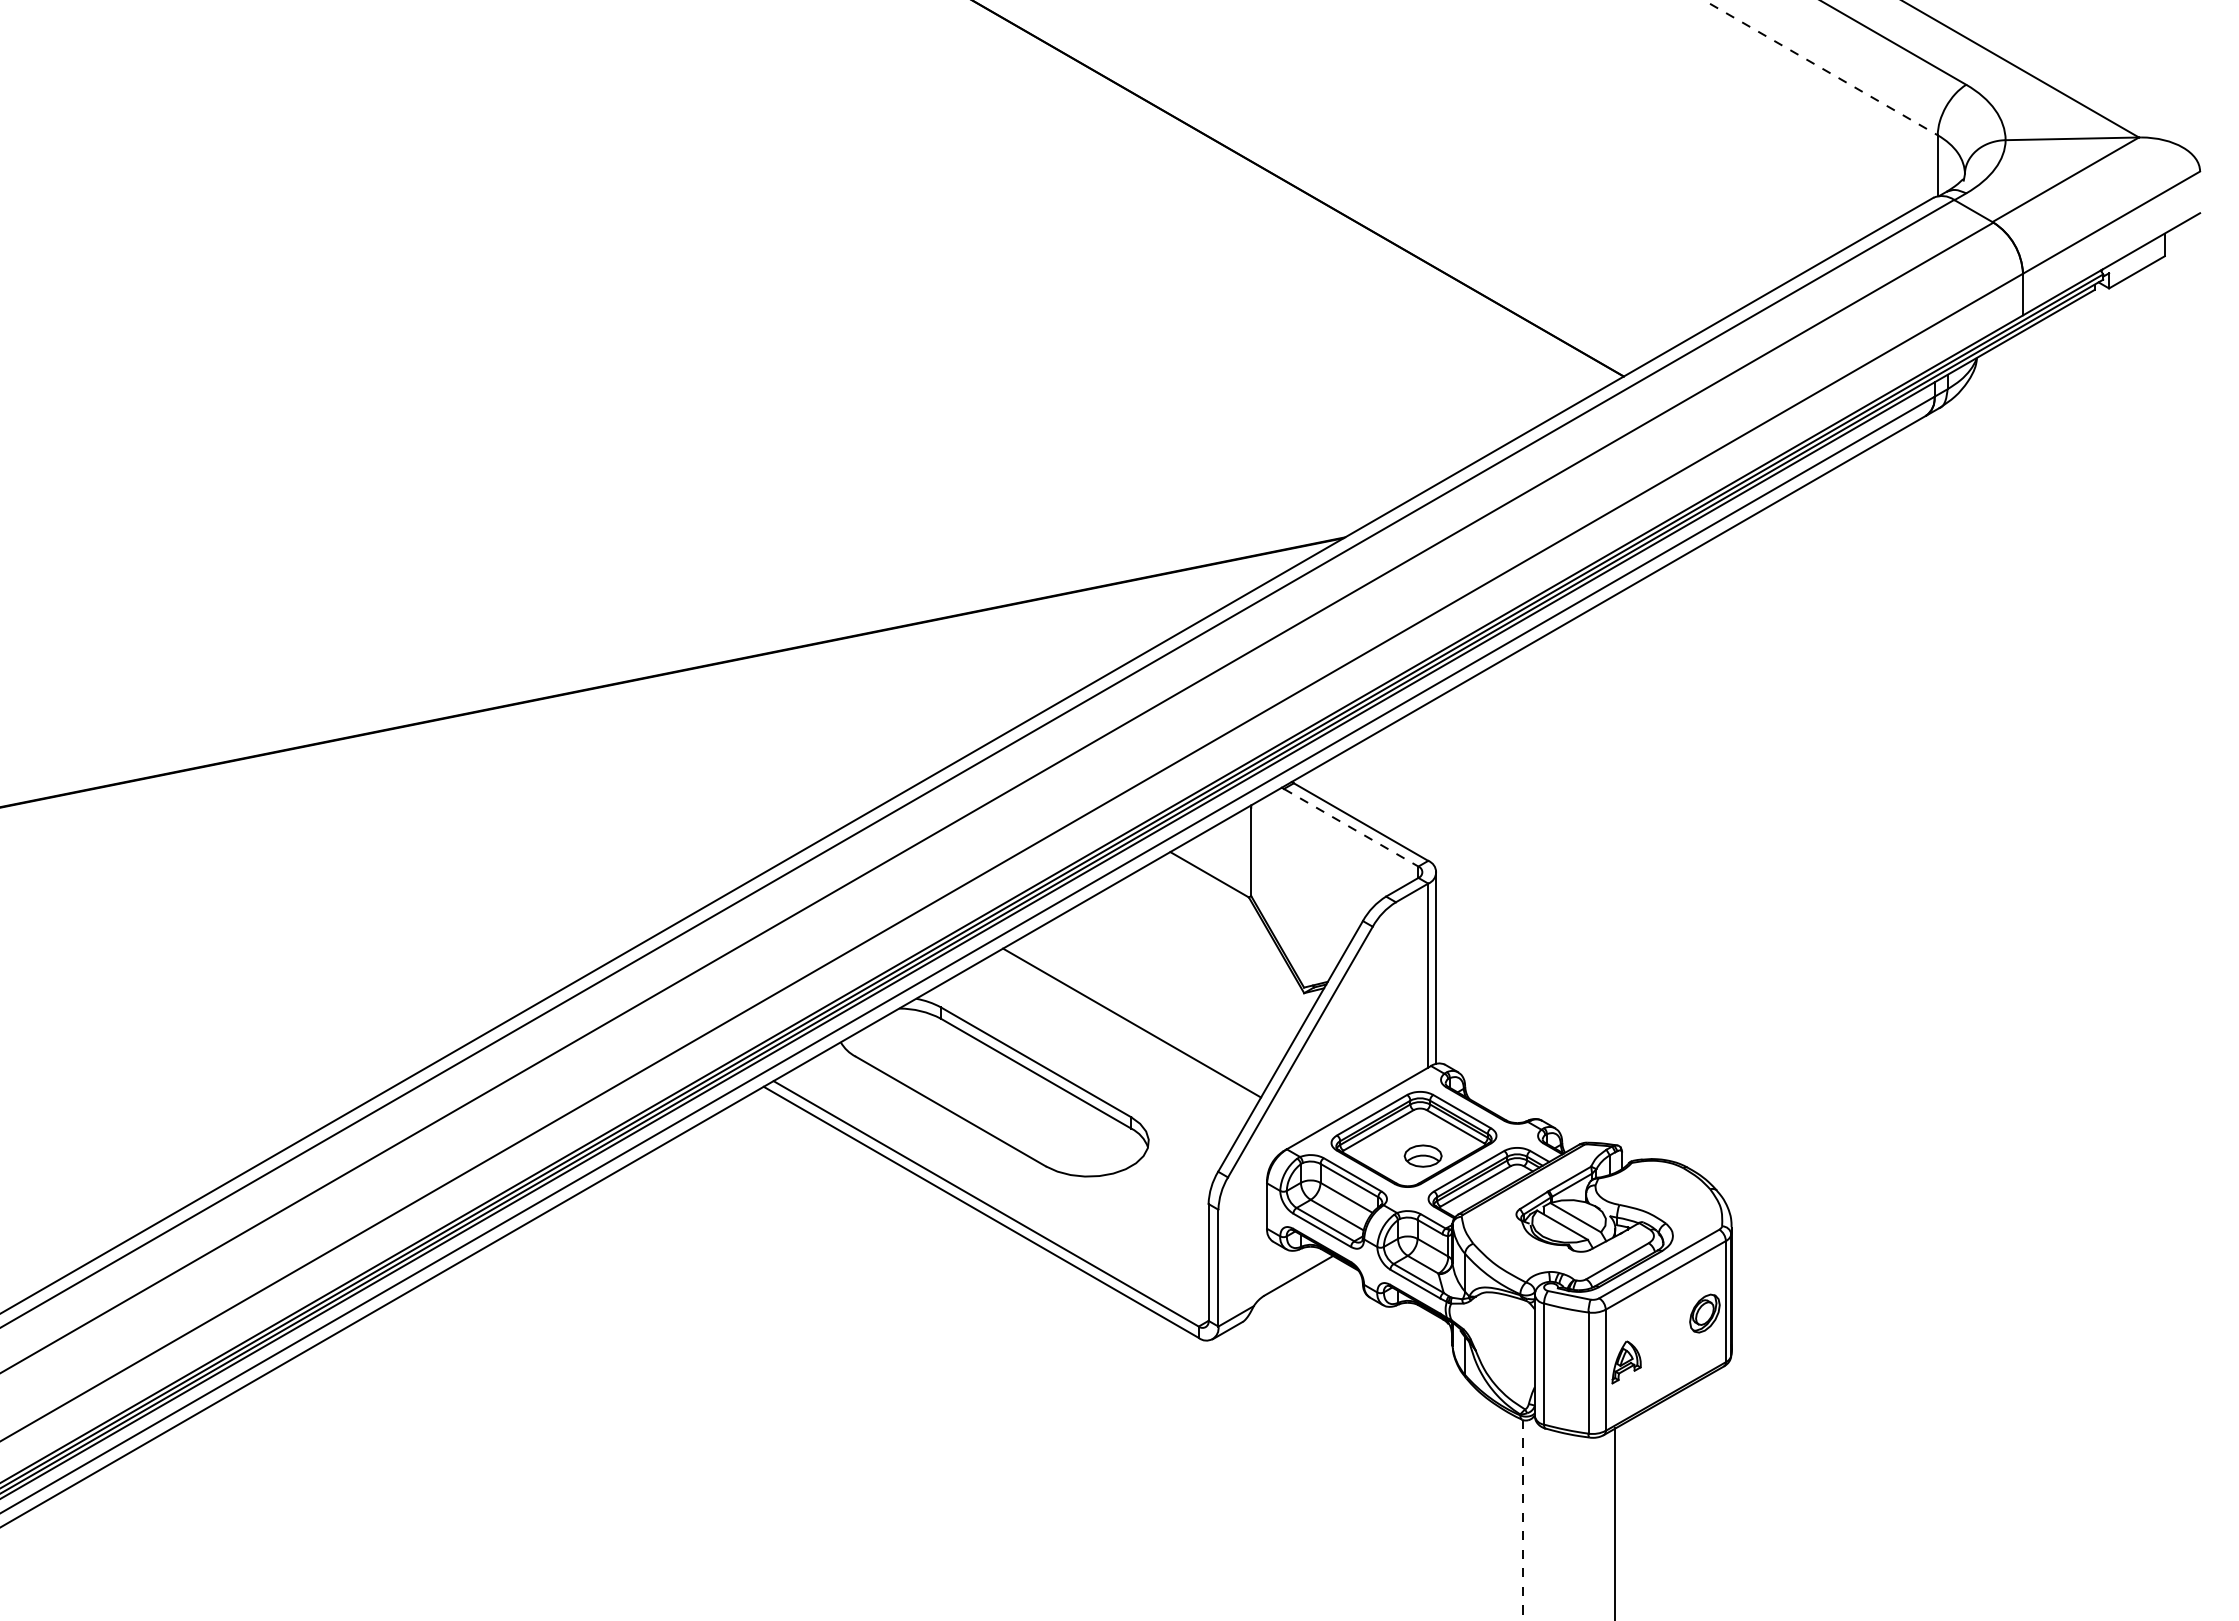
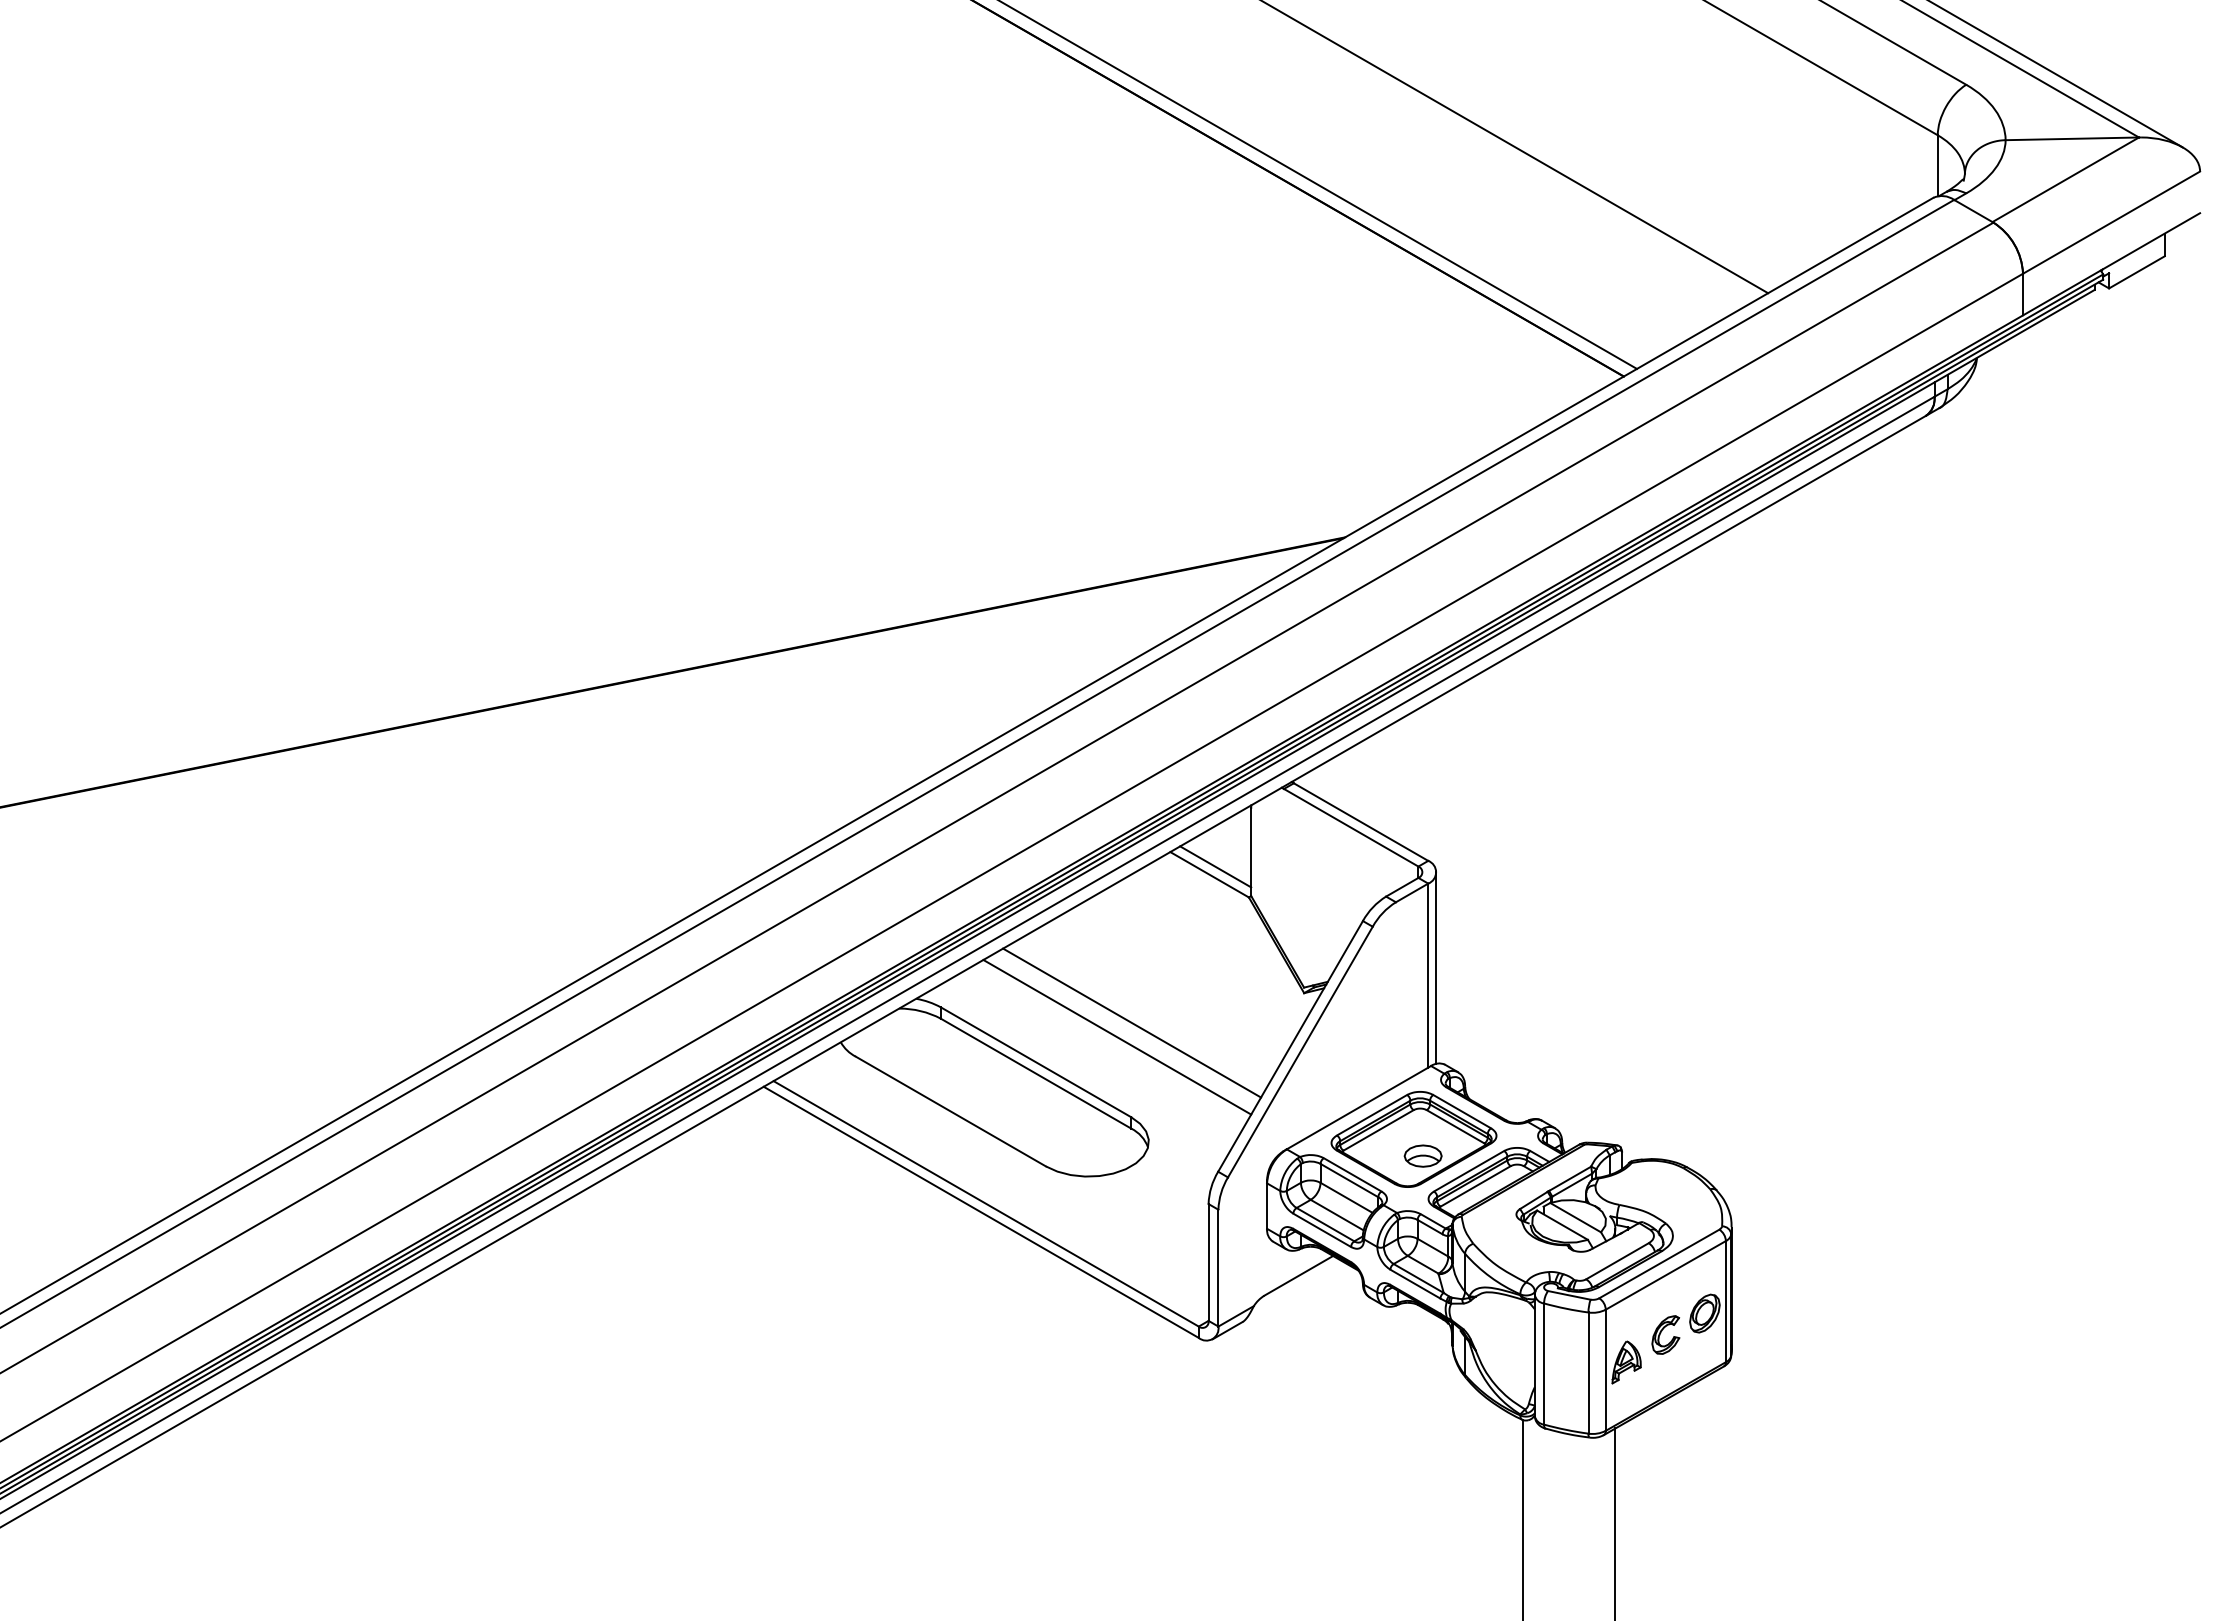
line at (1820, 67): dashed -> solid
line at (2056, 74): none -> present
line at (1516, 147): none -> present
line at (1319, 185): none -> present
line at (1351, 827): dashed -> solid
line at (1215, 866): none -> present
line at (1117, 1036): none -> present
part at (1665, 1334): none -> present
line at (1522, 1520): dashed -> solid
